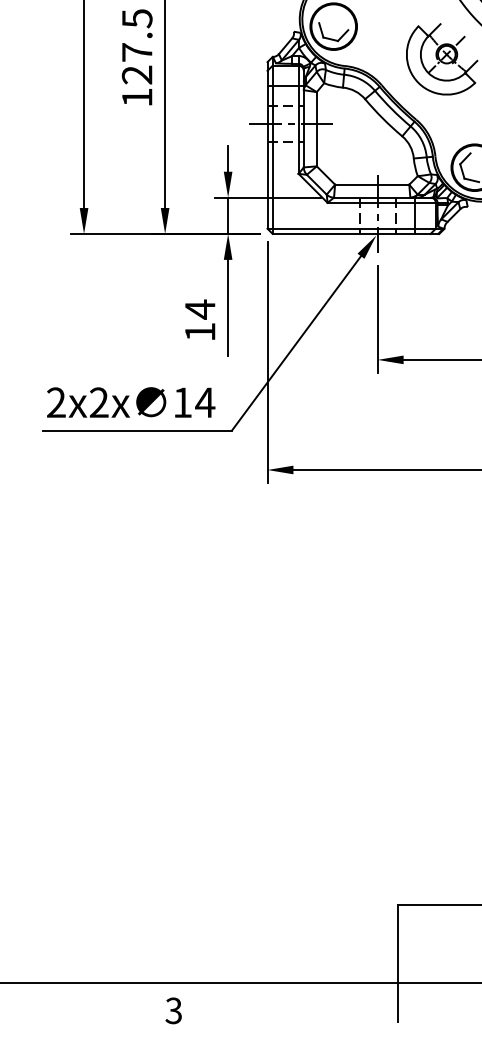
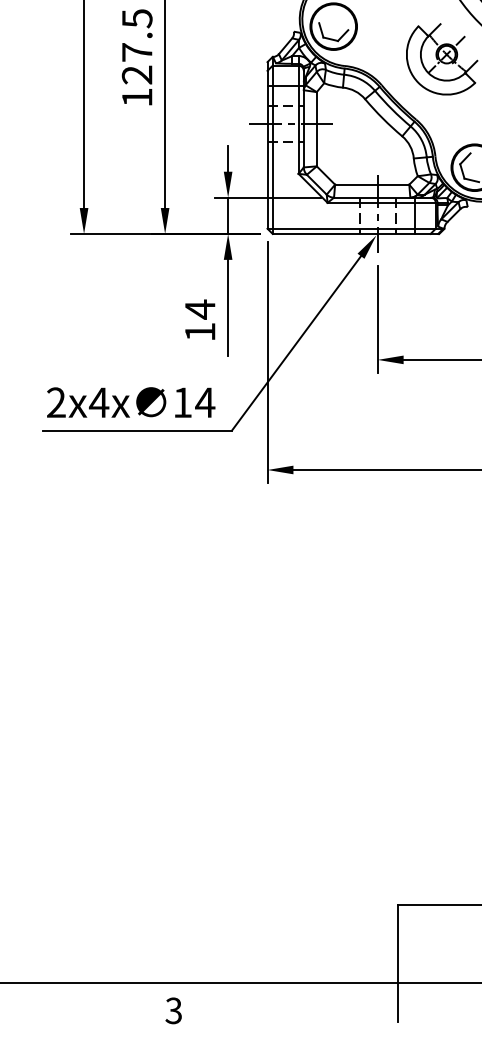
text at (99, 402): 2x2x -> 2x4x
